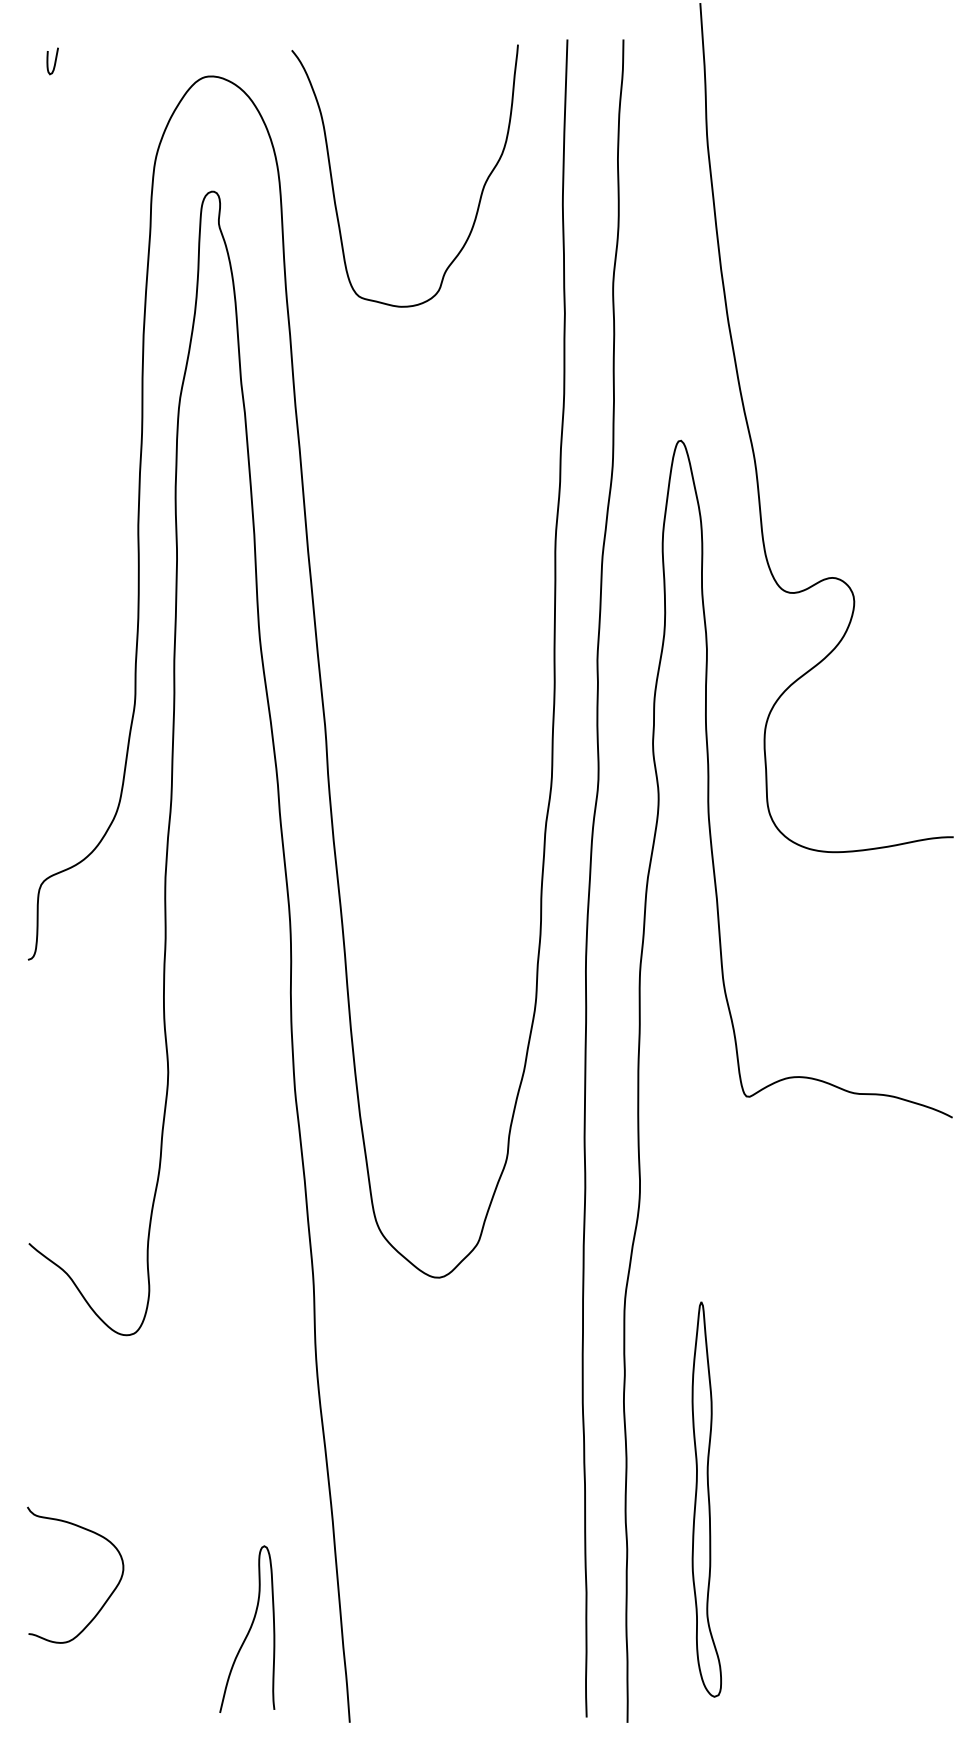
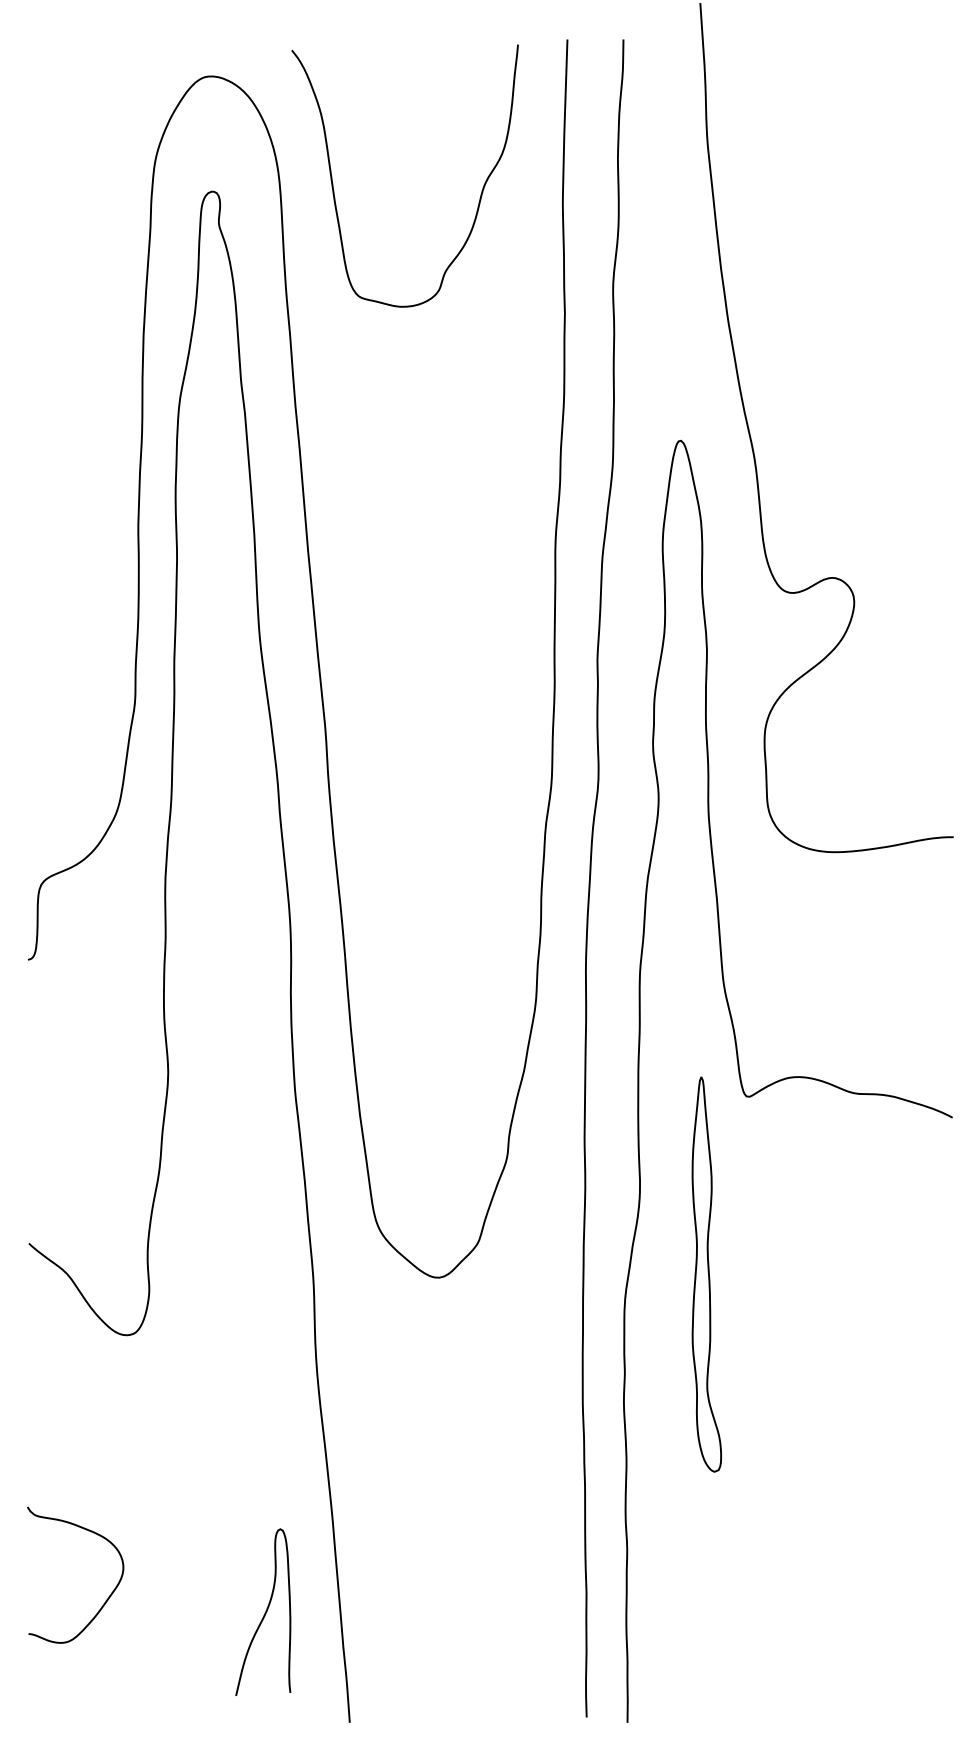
curve at (54, 61): present -> none
part at (706, 1499) position: (706, 1499) -> (706, 1274)
curve at (249, 1628) position: (249, 1628) -> (265, 1611)
